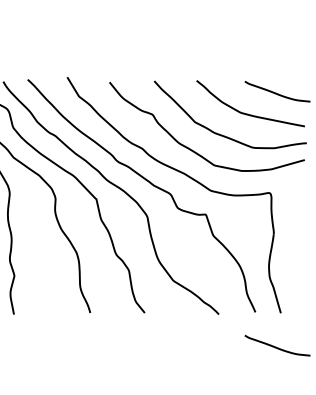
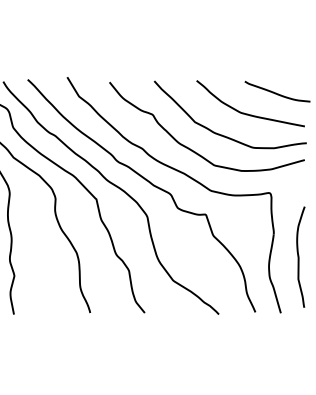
curve at (299, 256): none -> present
curve at (276, 346): present -> none
